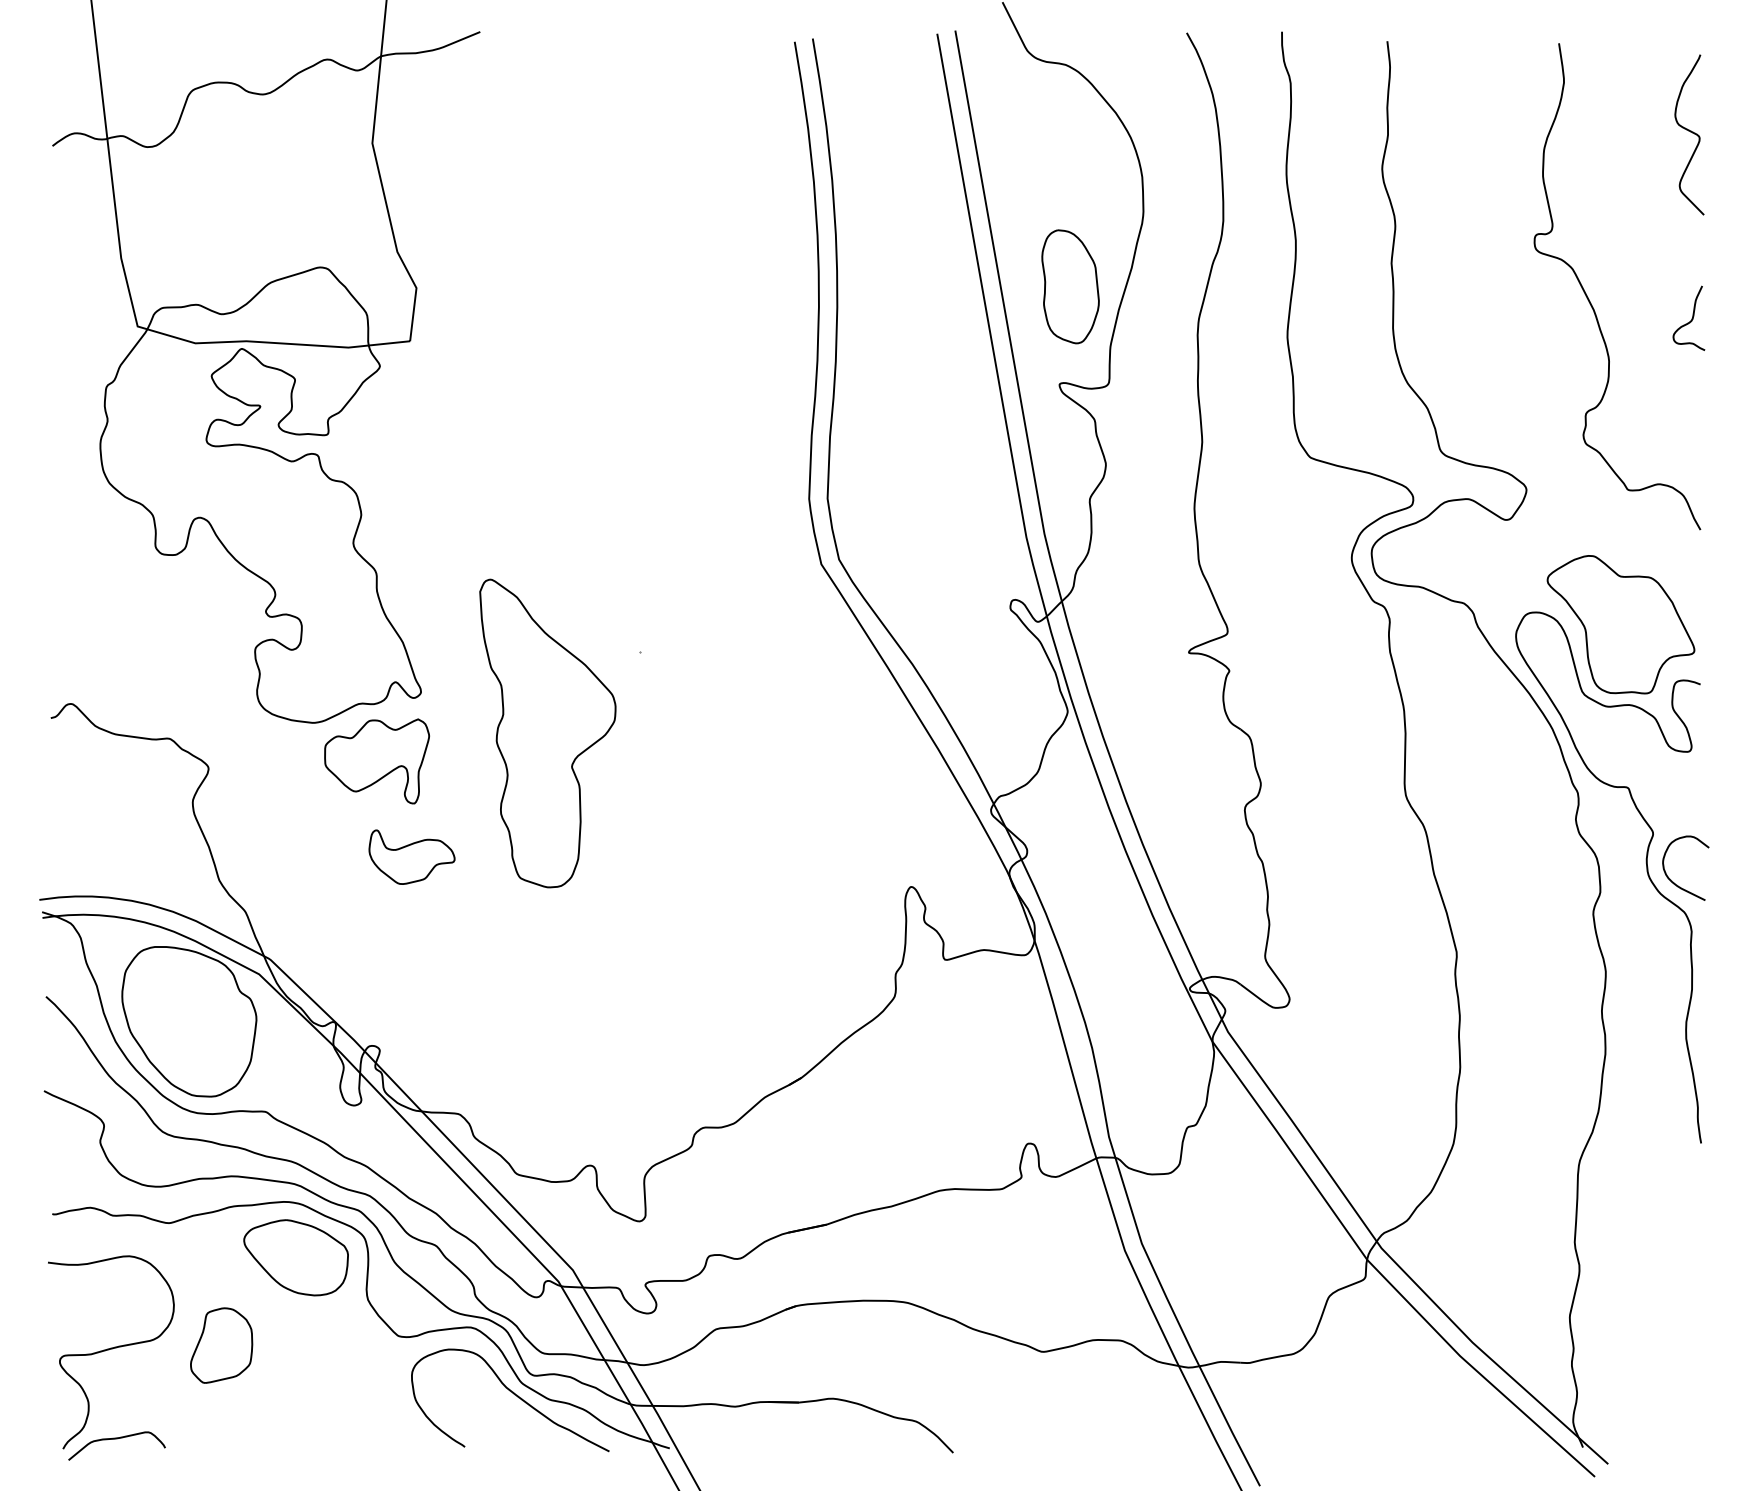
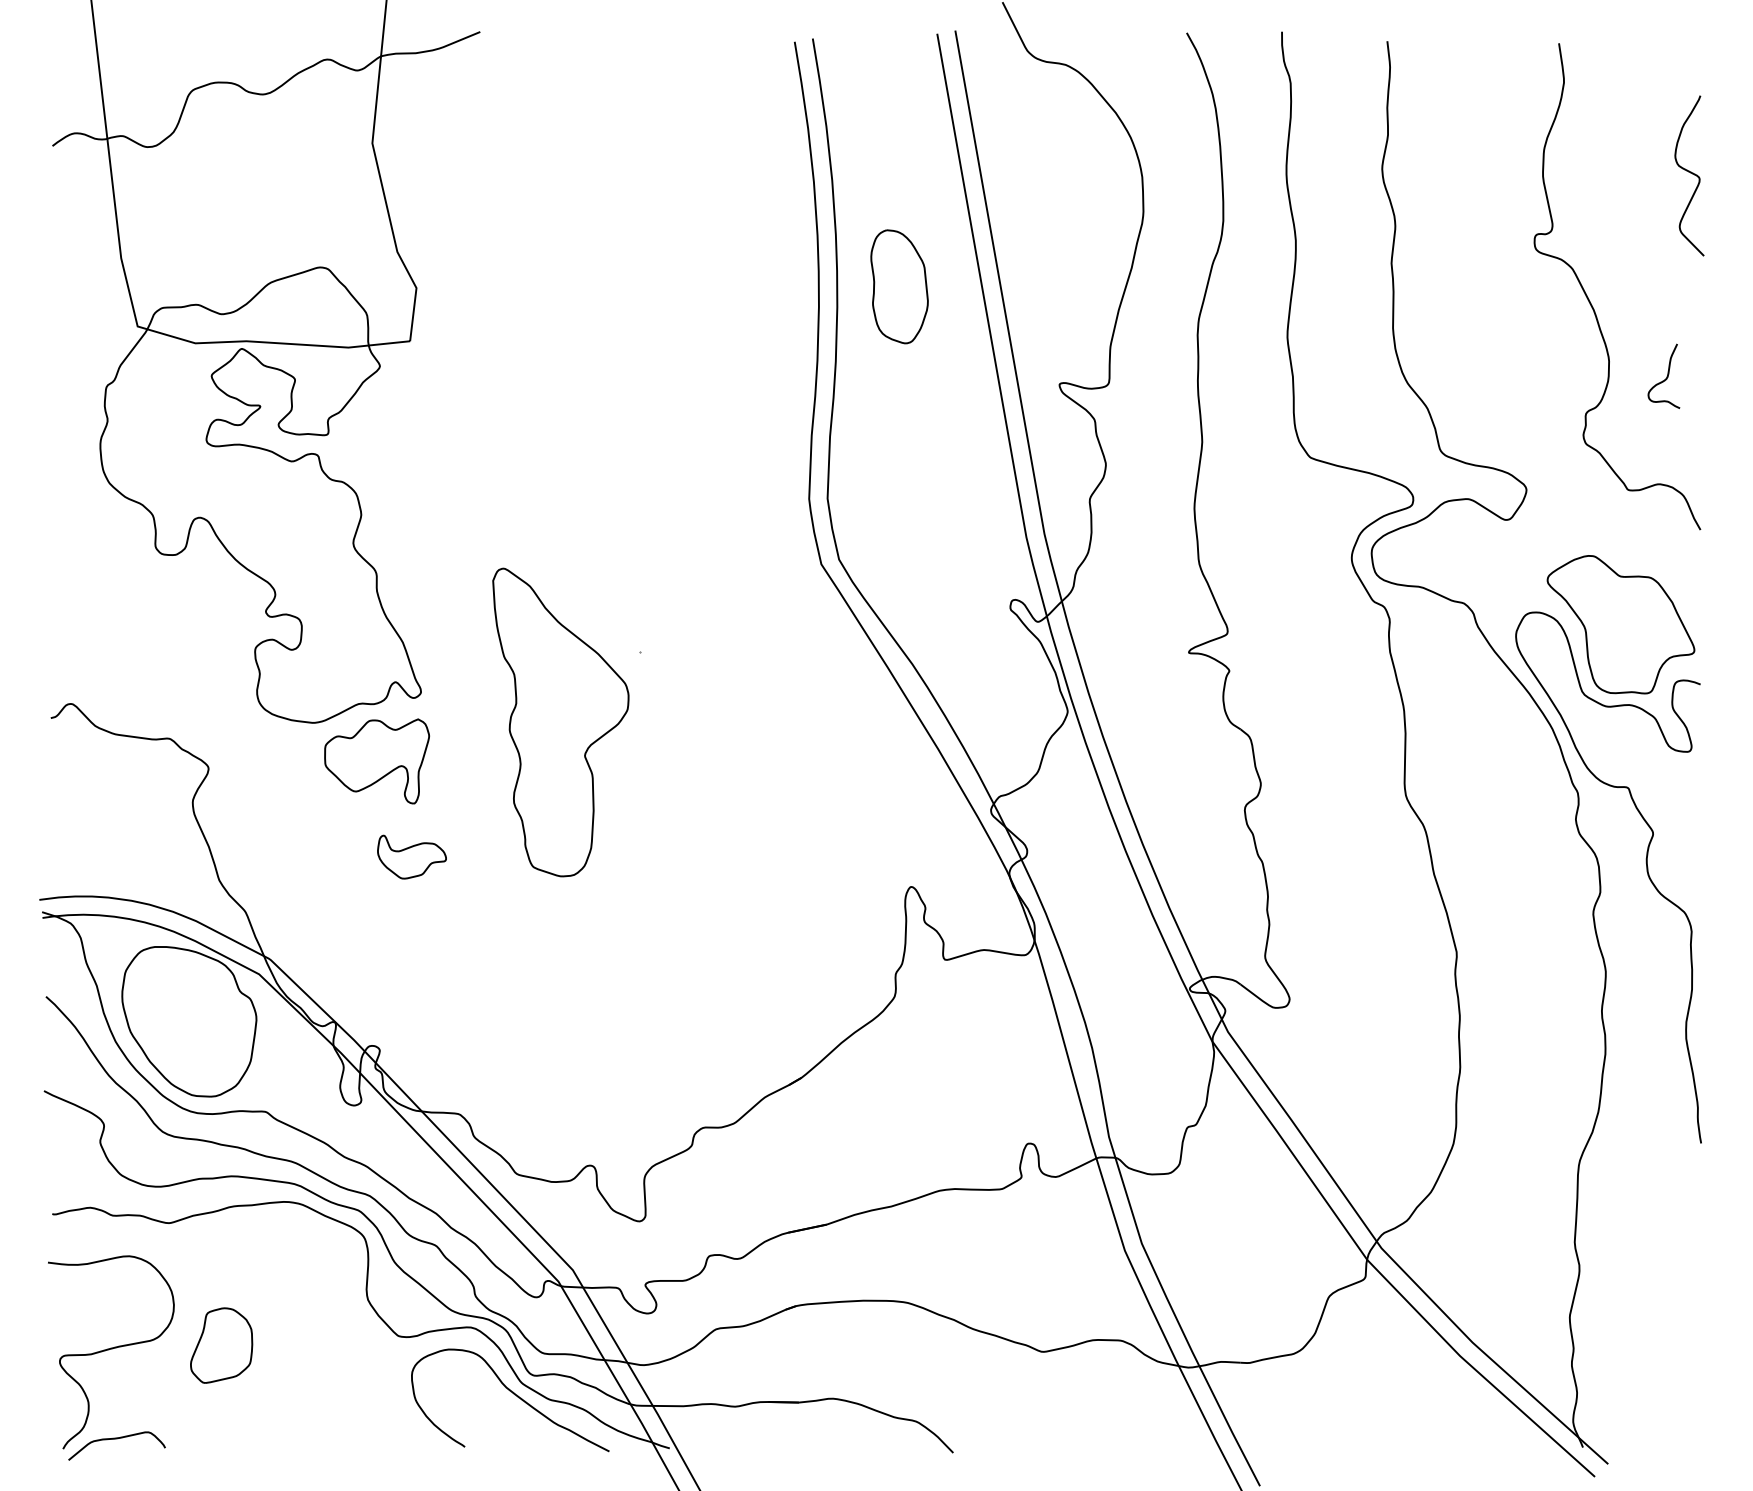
curve at (1690, 132) position: (1690, 132) -> (1690, 173)
part at (1070, 286) position: (1070, 286) -> (899, 286)
curve at (1691, 318) position: (1691, 318) -> (1666, 376)
part at (547, 733) position: (547, 733) -> (560, 722)
part at (411, 856) size: 88x56 px -> 70x46 px
curve at (1672, 880): present -> none
part at (295, 1257): present -> none
